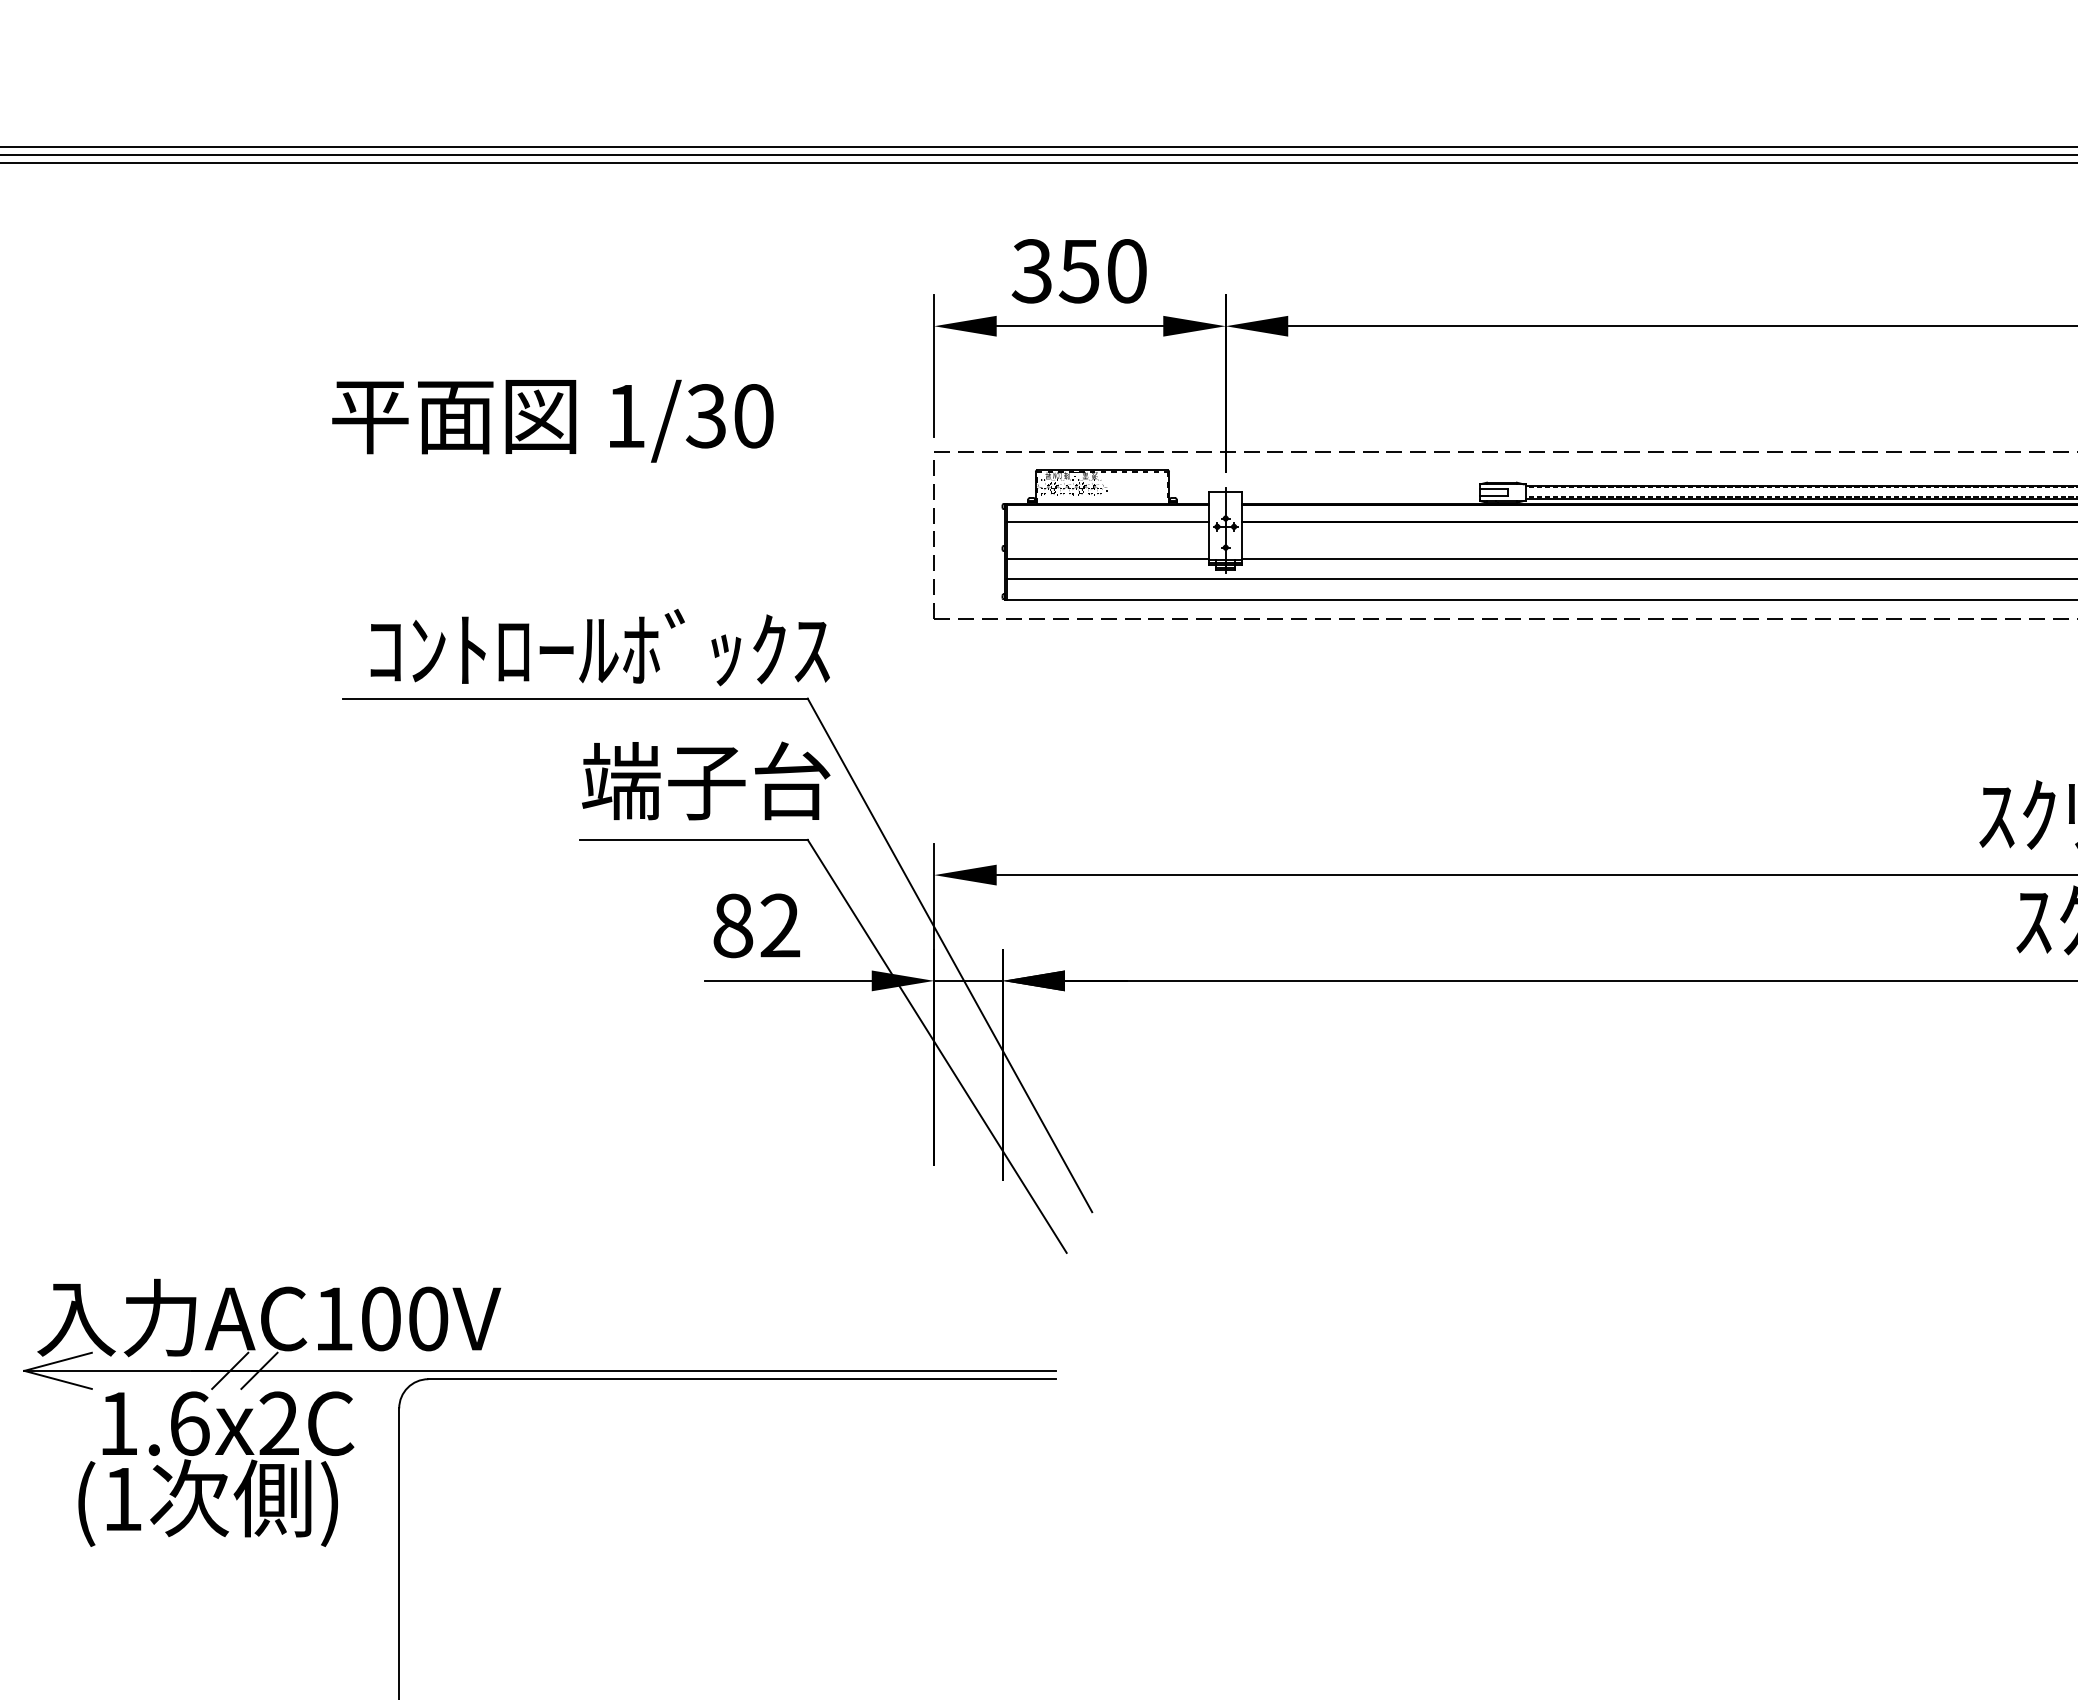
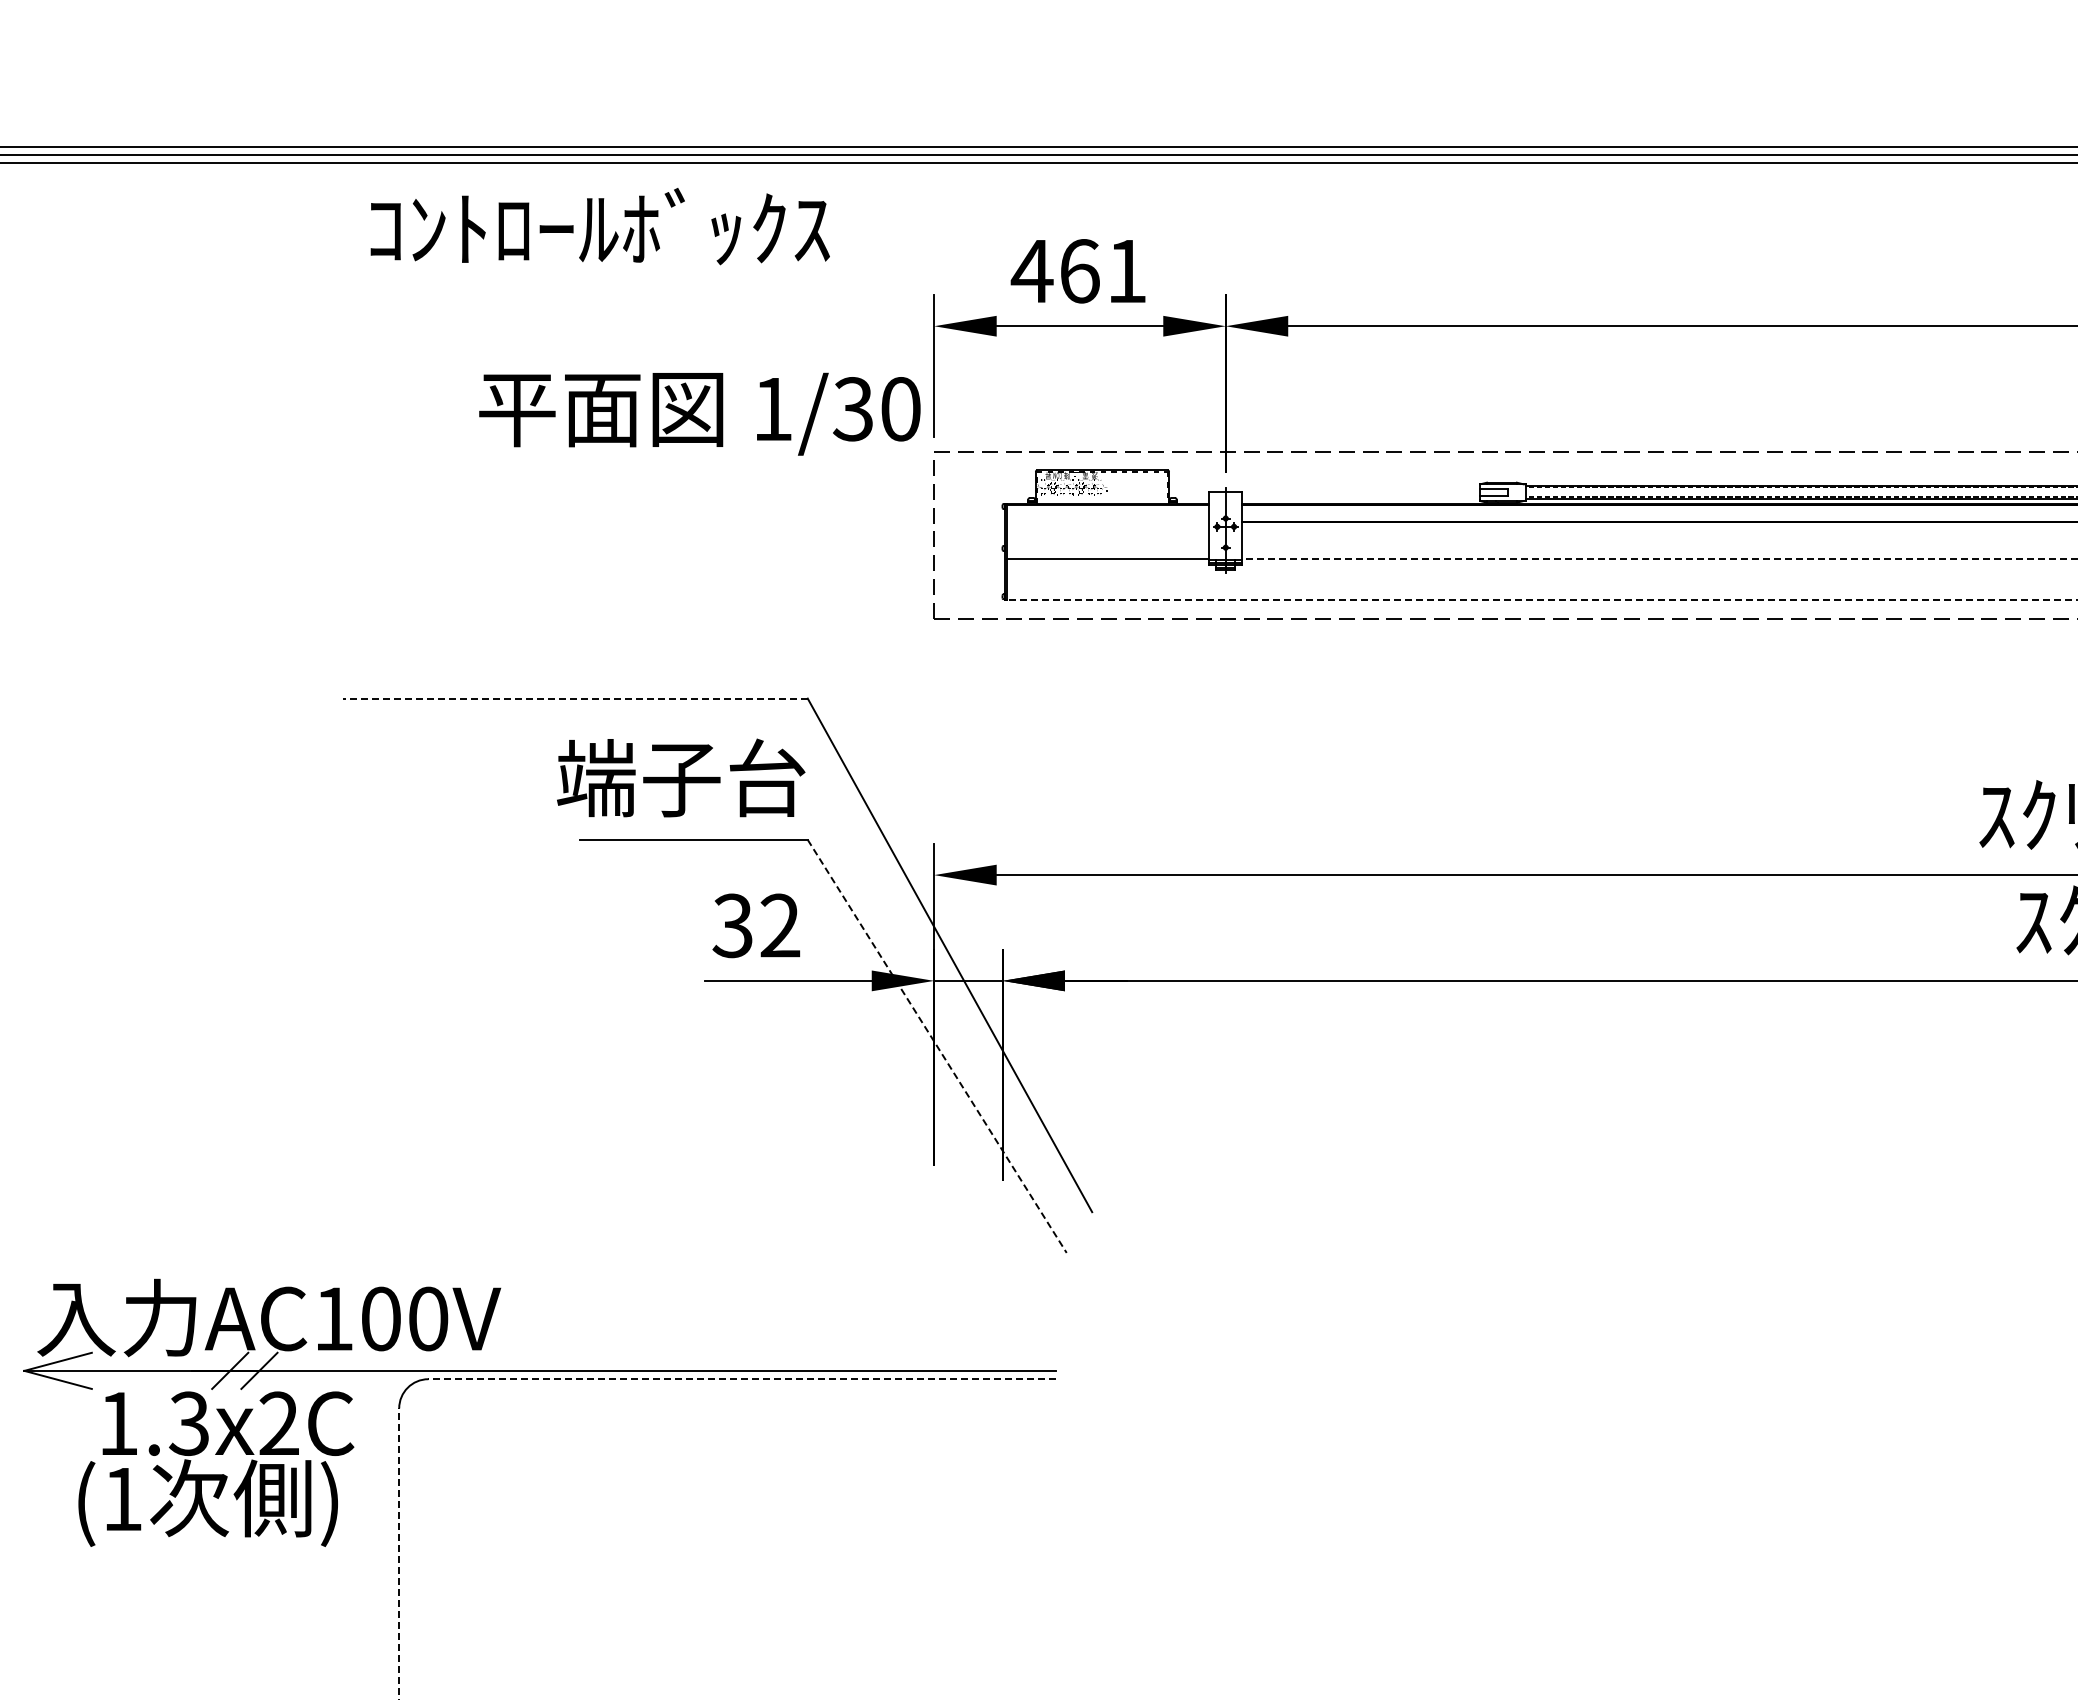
text at (1078, 271): 350 -> 461
text at (552, 420) position: (552, 420) -> (699, 413)
line at (1107, 522): present -> none
line at (1659, 558): solid -> dashed
line at (1540, 579): present -> none
line at (1541, 599): solid -> dashed
text at (599, 647) position: (599, 647) -> (599, 226)
line at (574, 698): solid -> dashed
text at (706, 780) position: (706, 780) -> (681, 777)
text at (732, 925): 82 -> 32
line at (937, 1046): solid -> dashed
line at (742, 1379): solid -> dashed
text at (189, 1423): 1.6x2C -> 1.3x2C
line at (399, 1553): solid -> dashed
